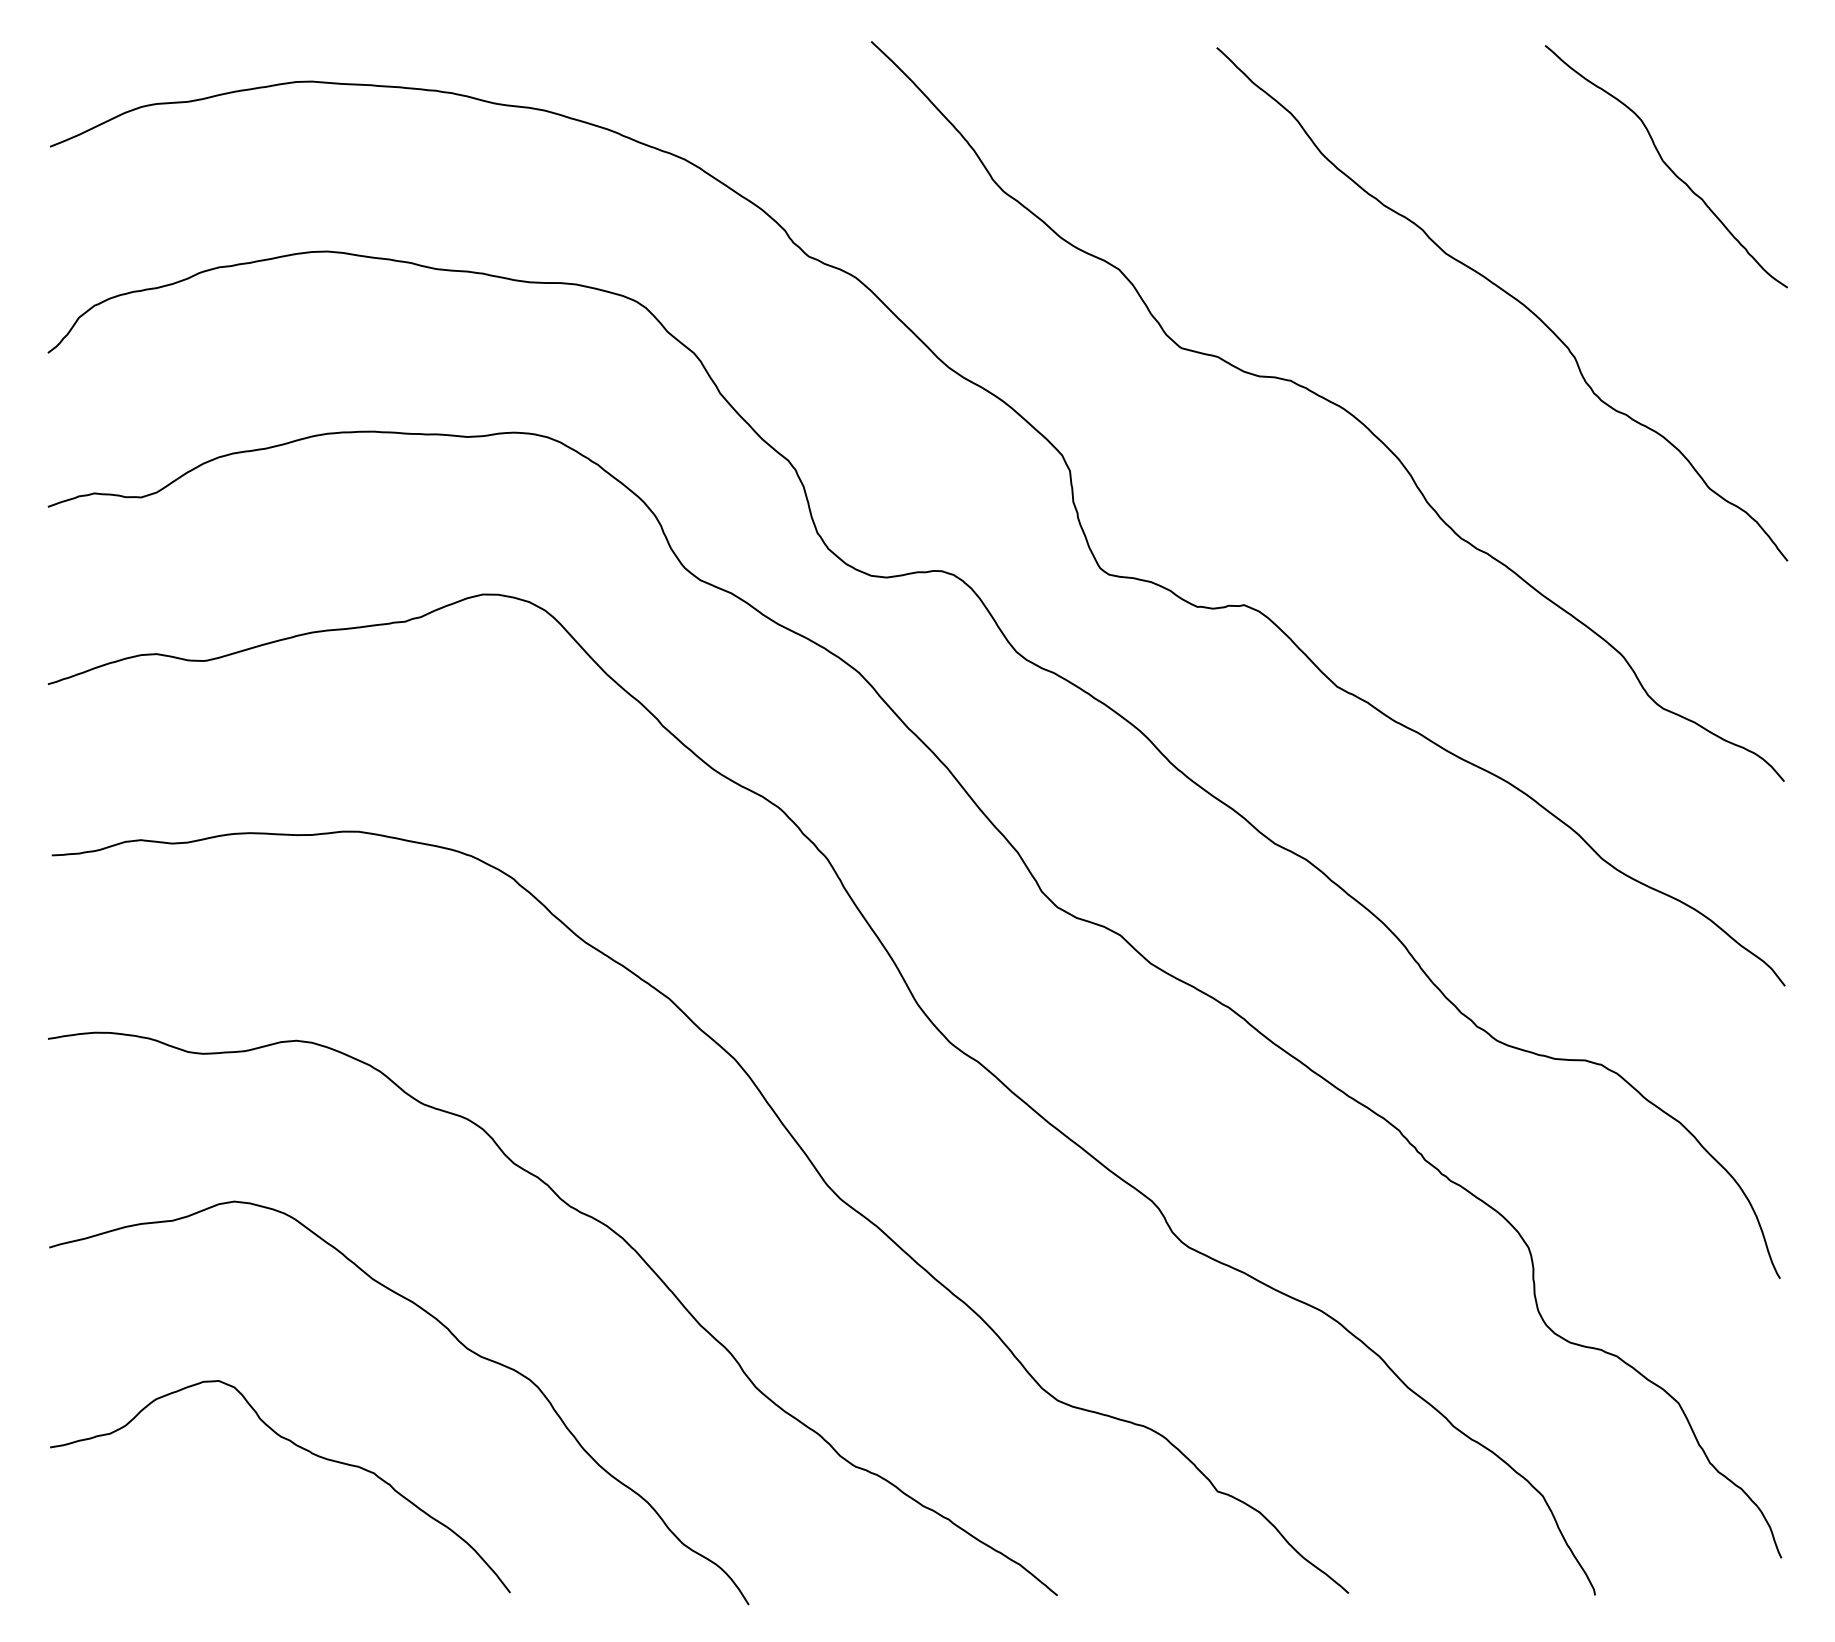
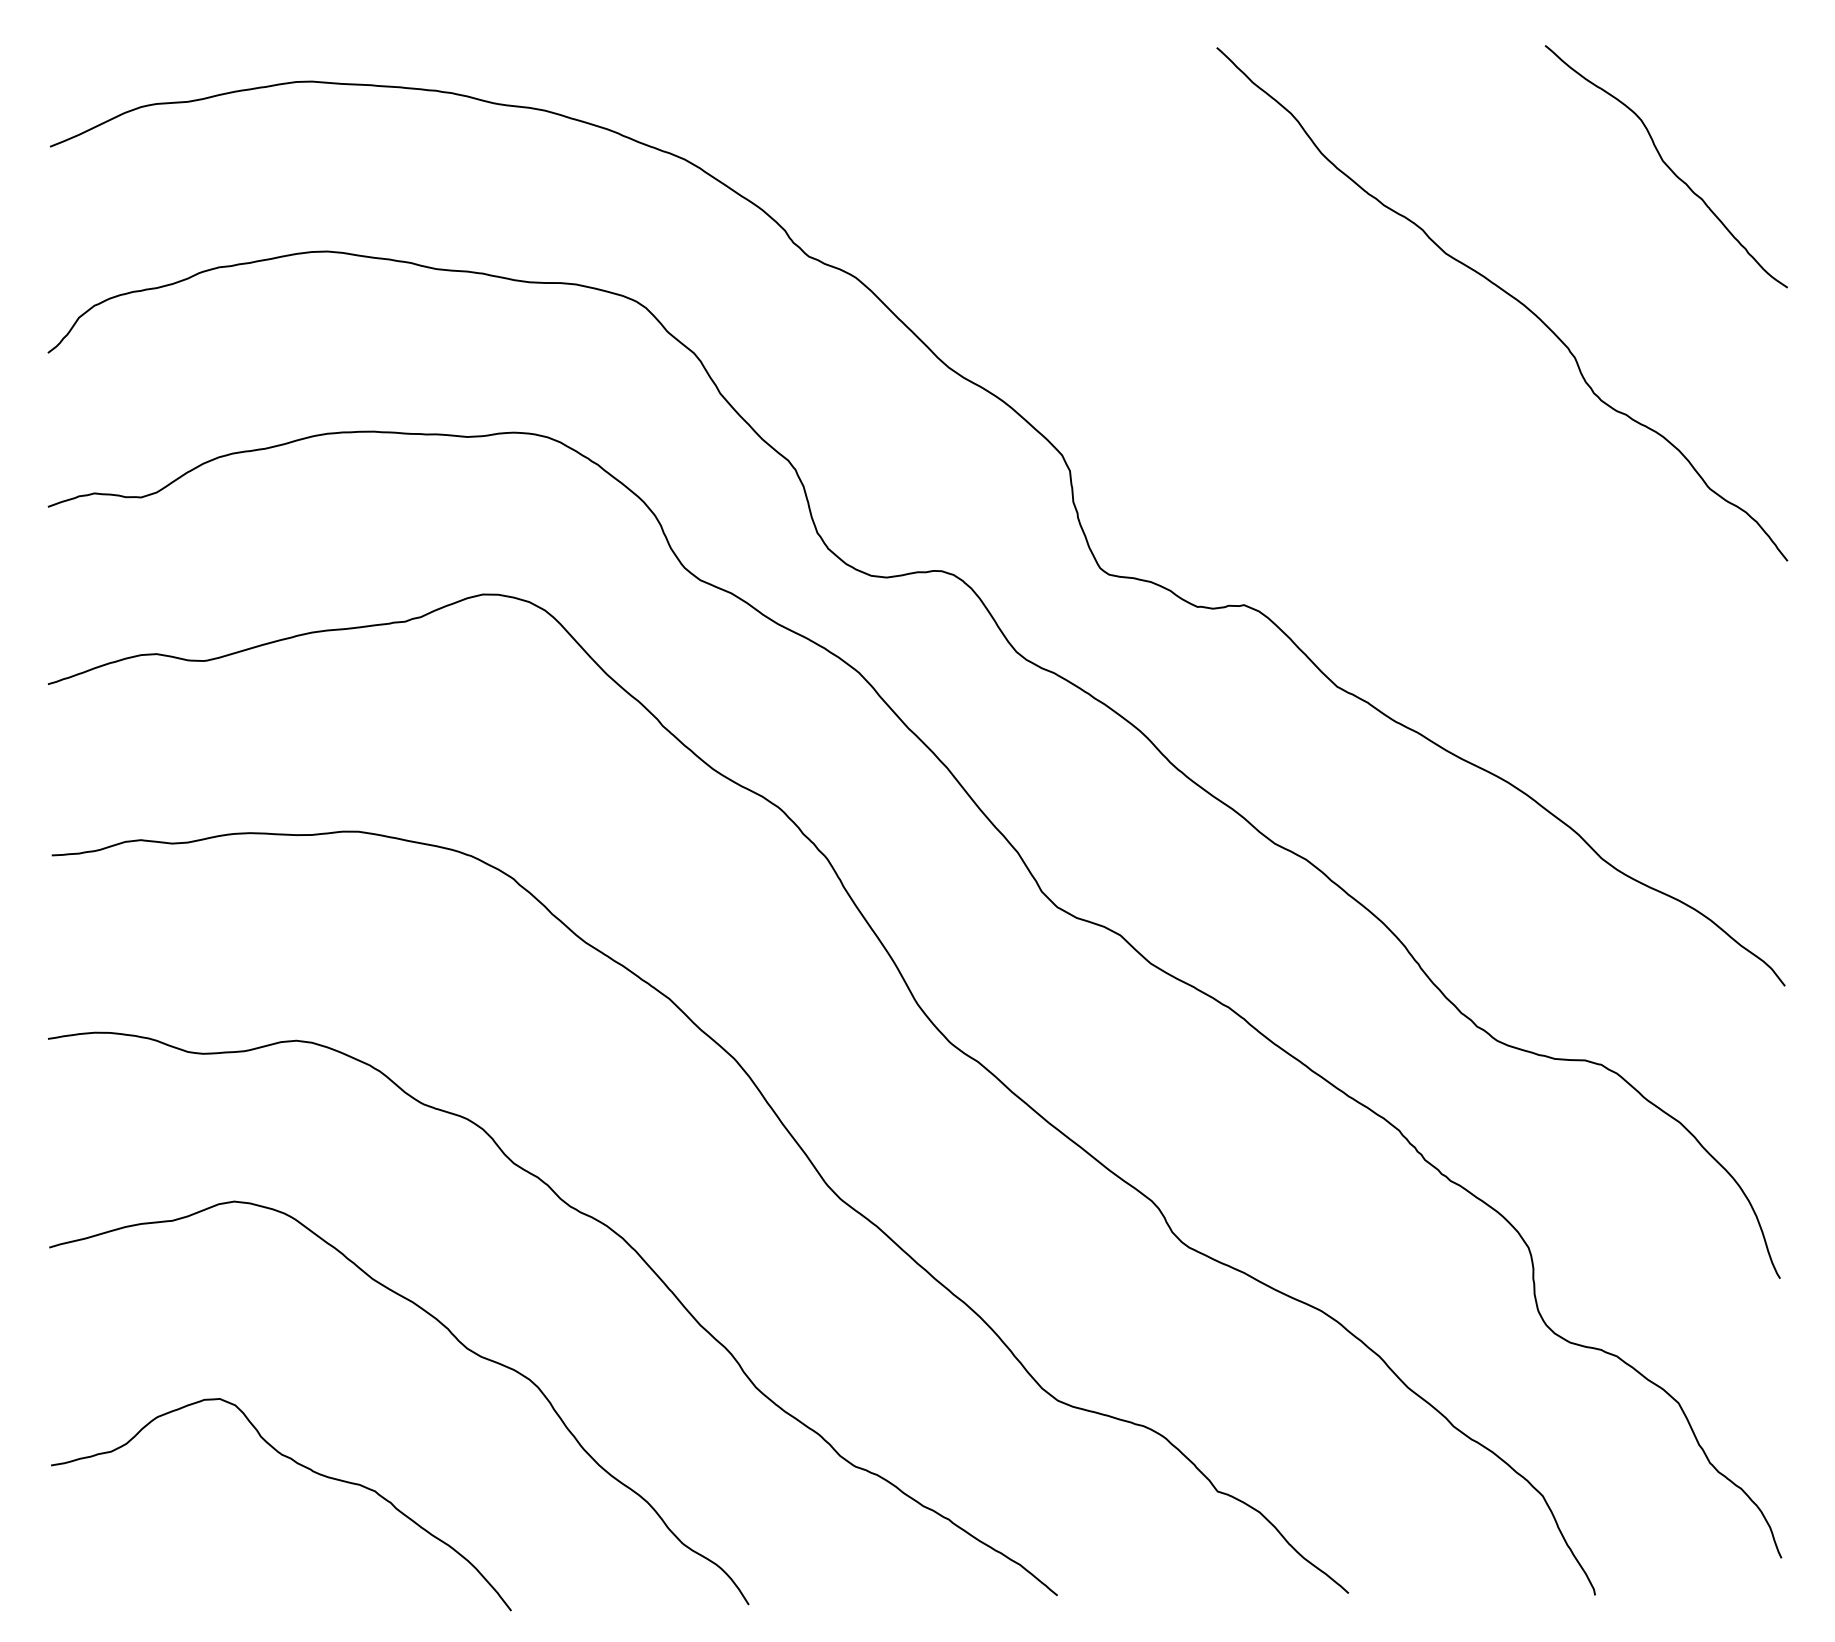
curve at (1331, 403): present -> none
curve at (300, 1448) position: (300, 1448) -> (301, 1466)
